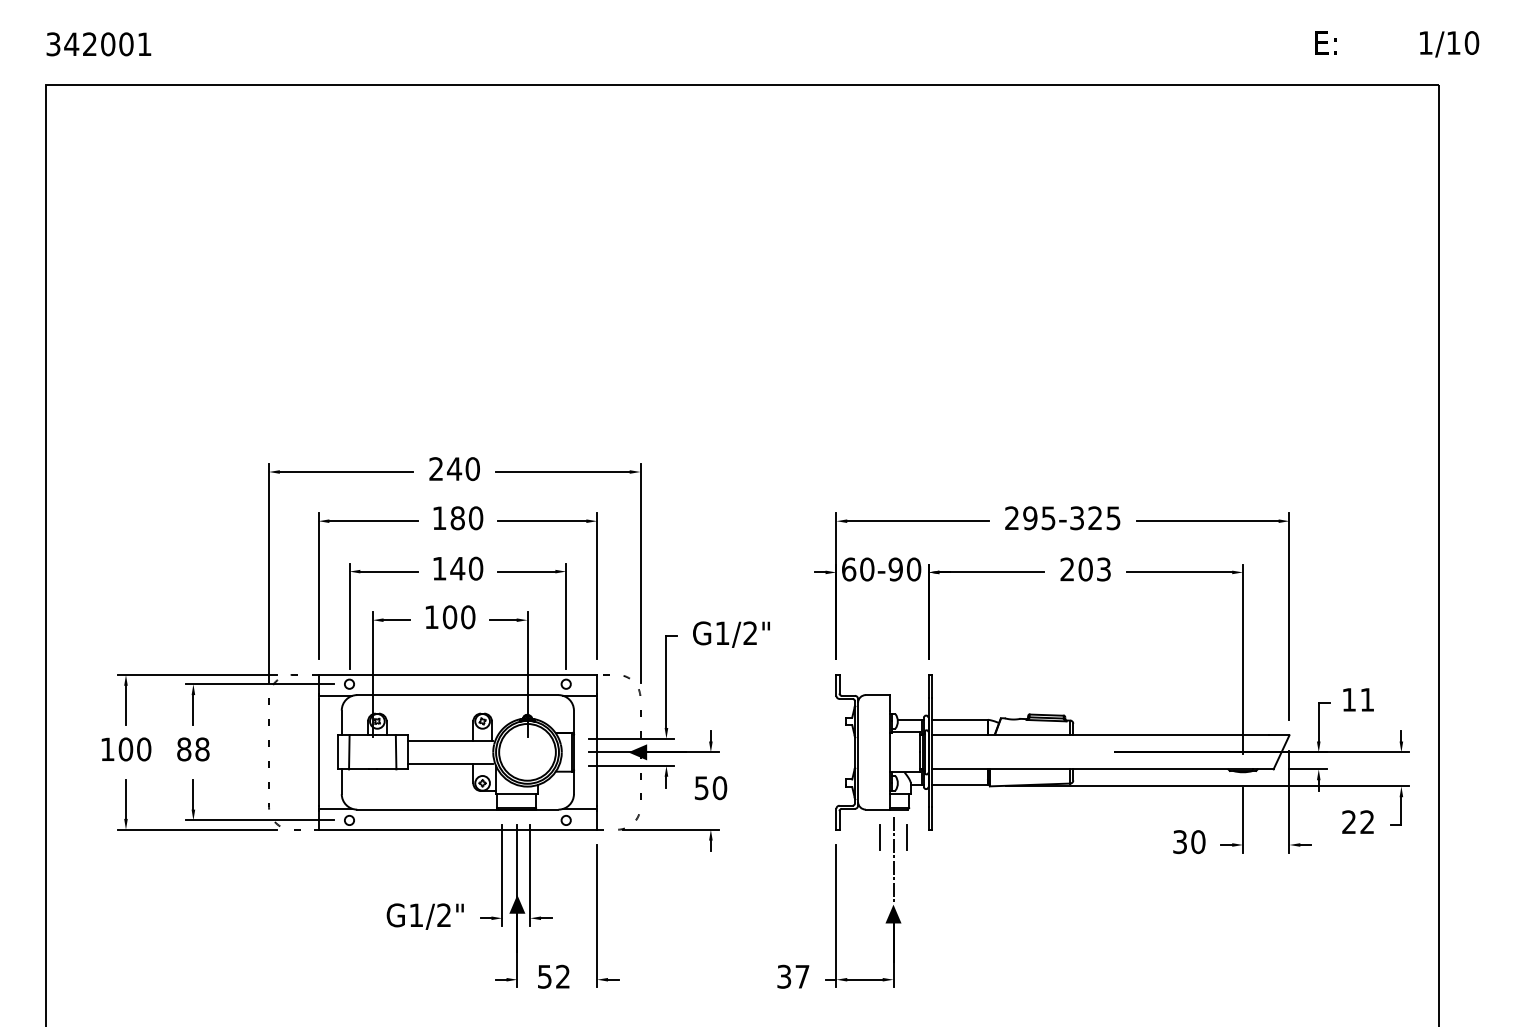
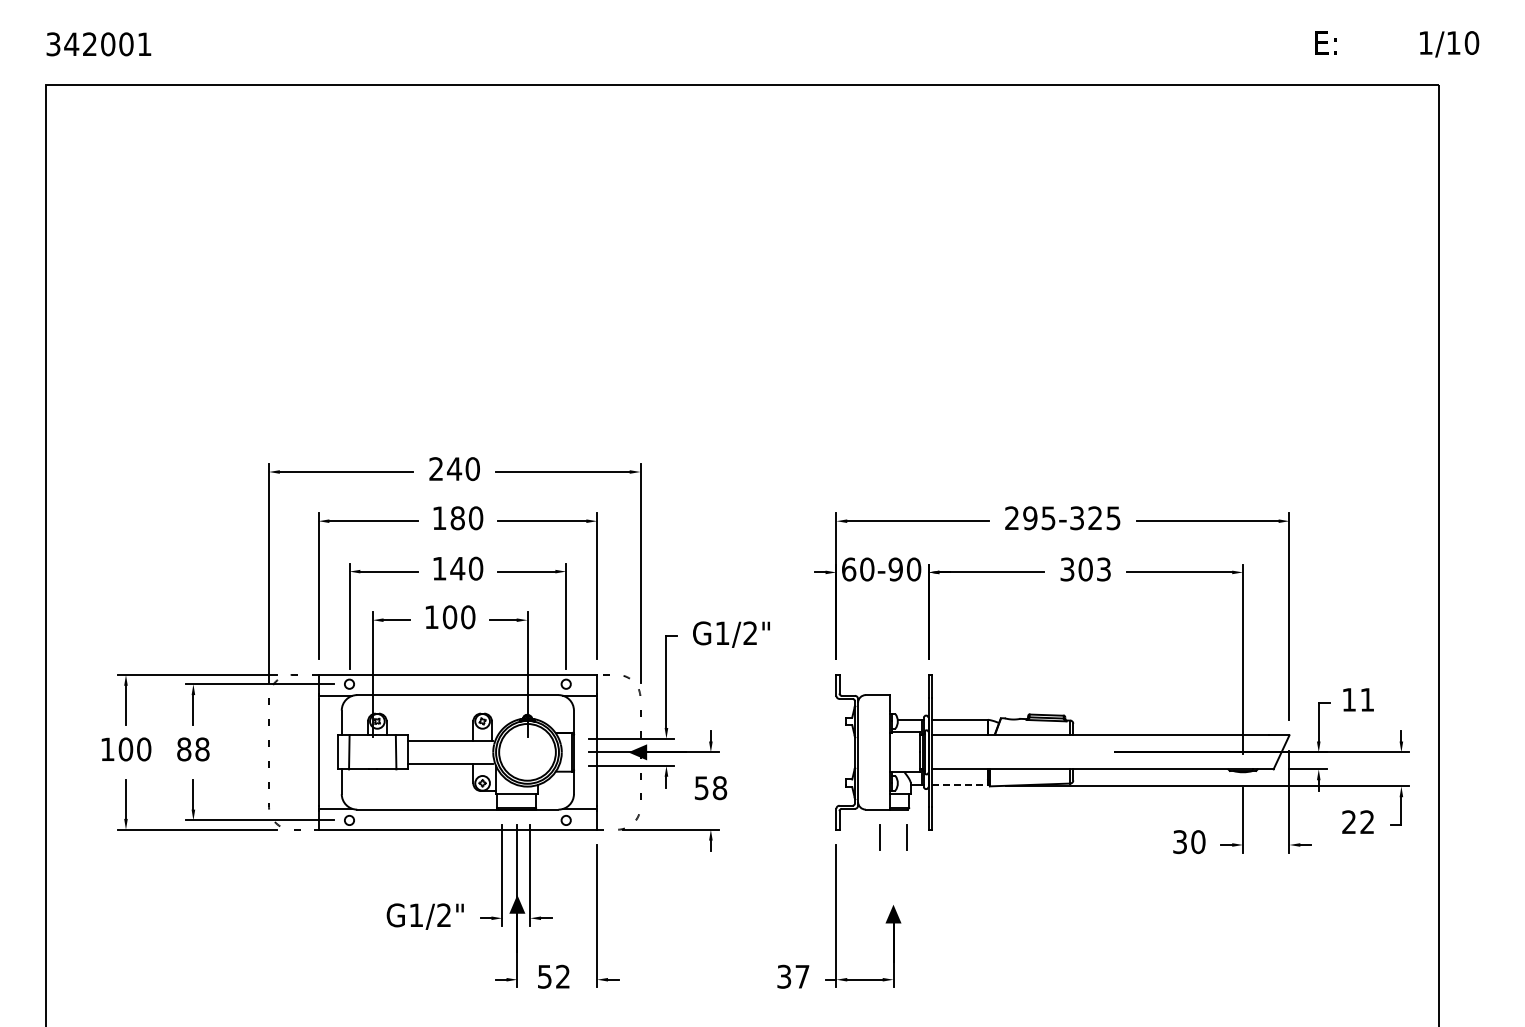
text at (1067, 569): 203 -> 303
line at (960, 784): solid -> dashed
text at (719, 787): 50 -> 58
line at (893, 859): present -> none
